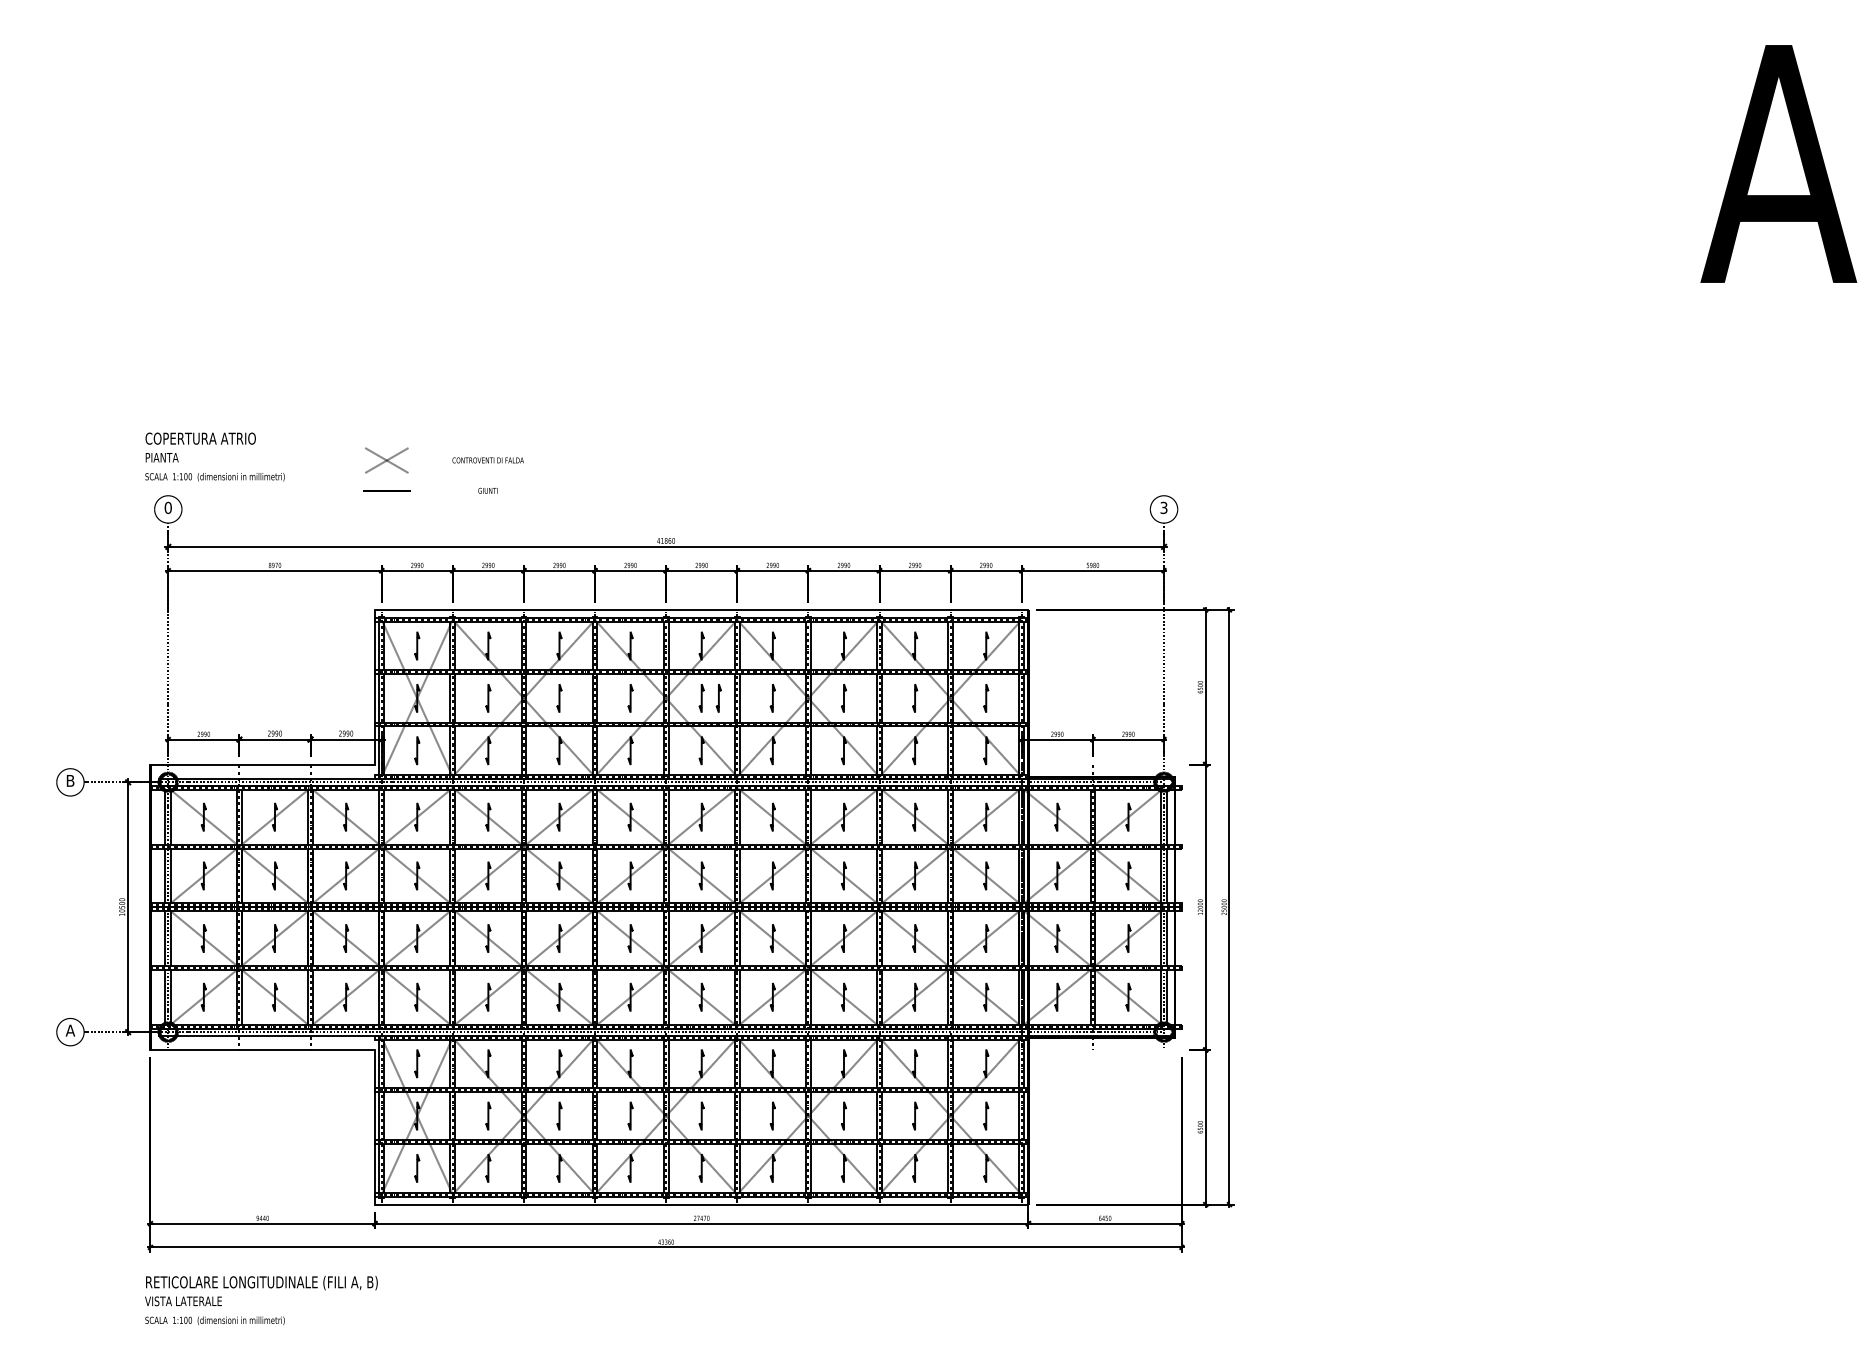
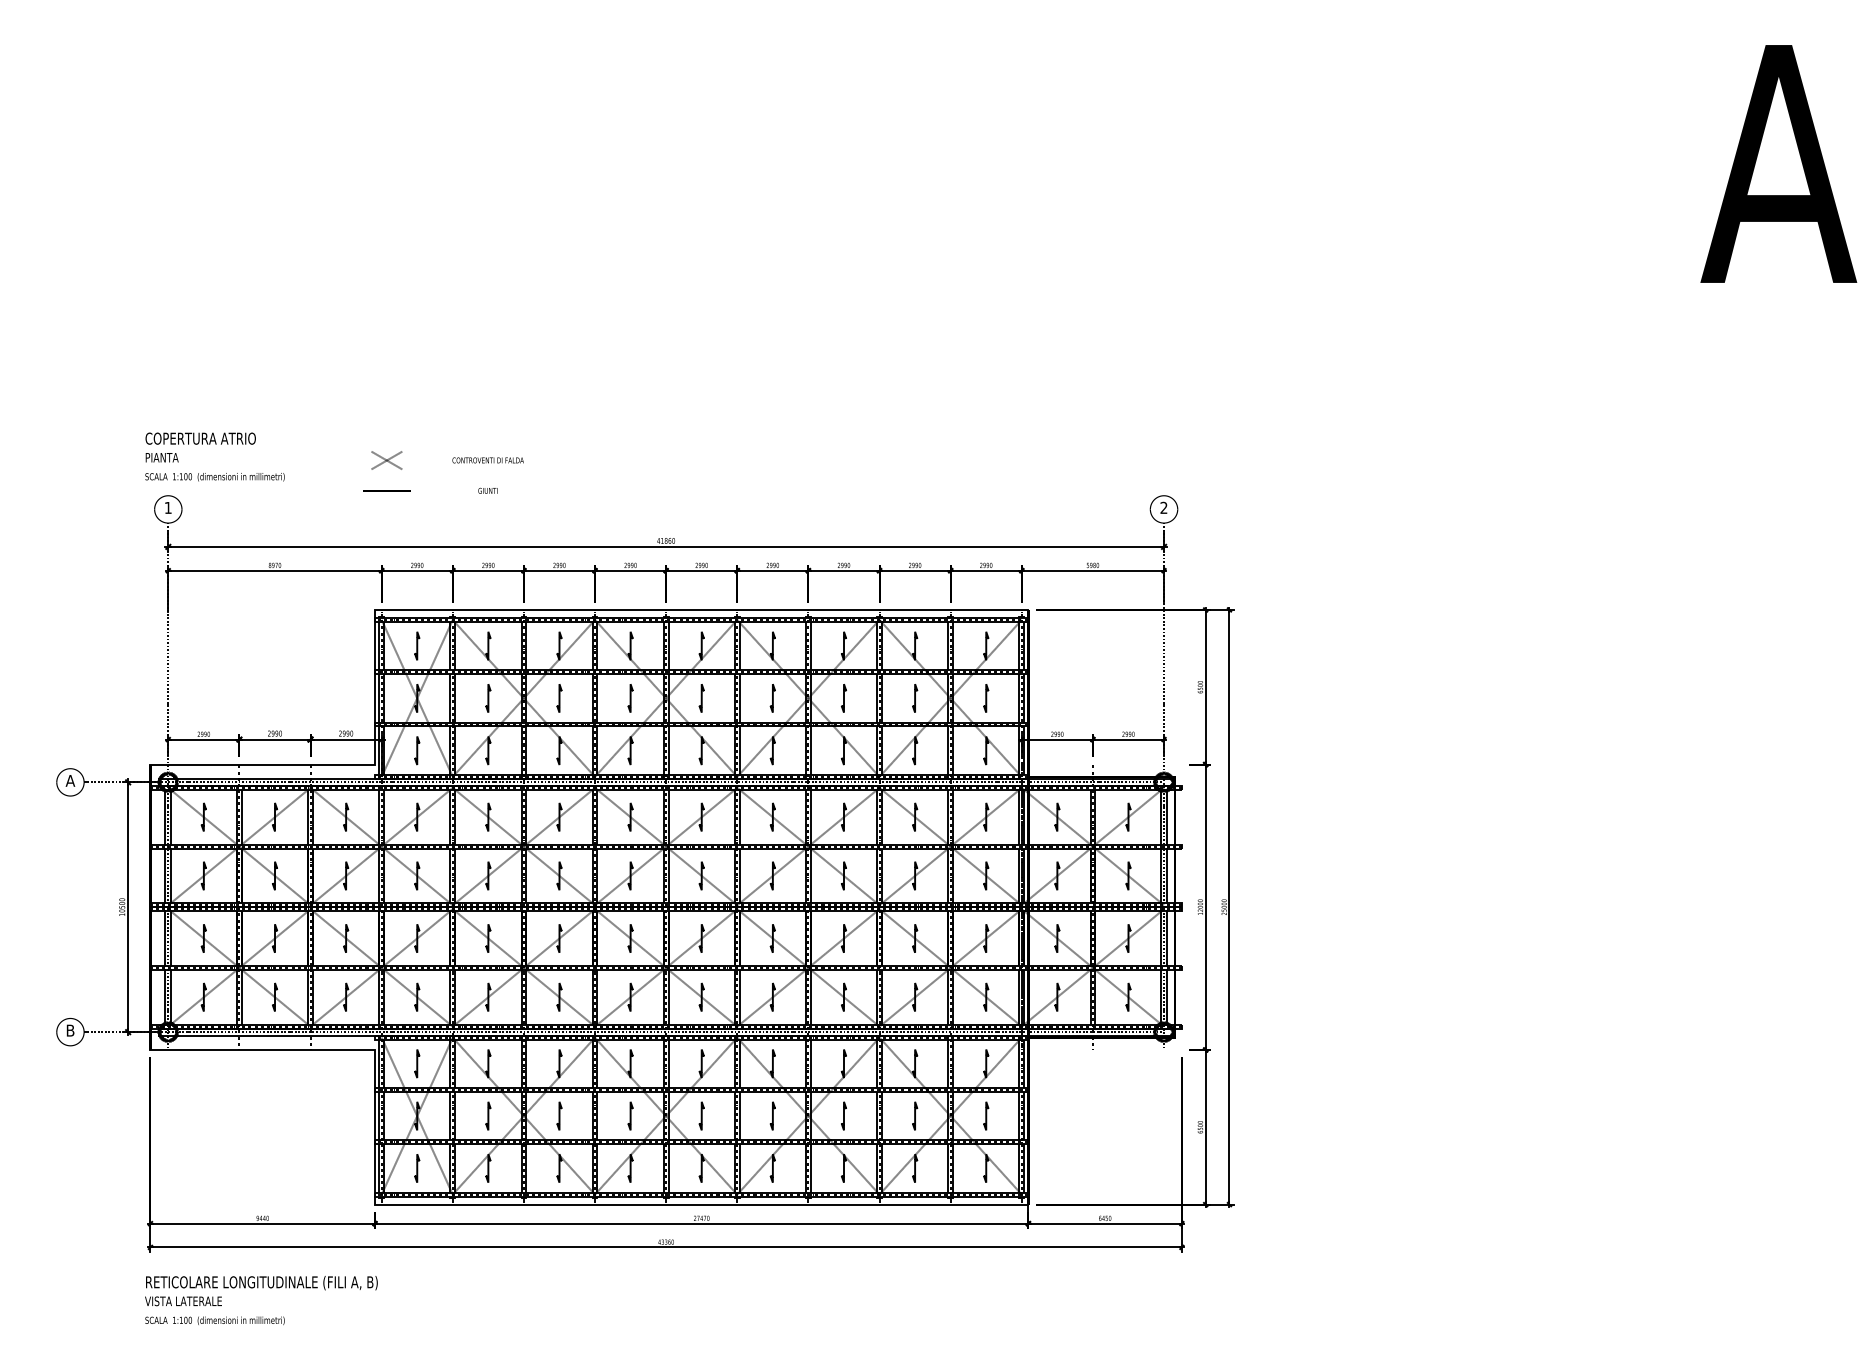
part at (386, 460) size: 44x27 px -> 32x19 px
text at (167, 507): 0 -> 1
text at (1163, 508): 3 -> 2
part at (718, 698): present -> none
text at (70, 780): B -> A
text at (70, 1030): A -> B
